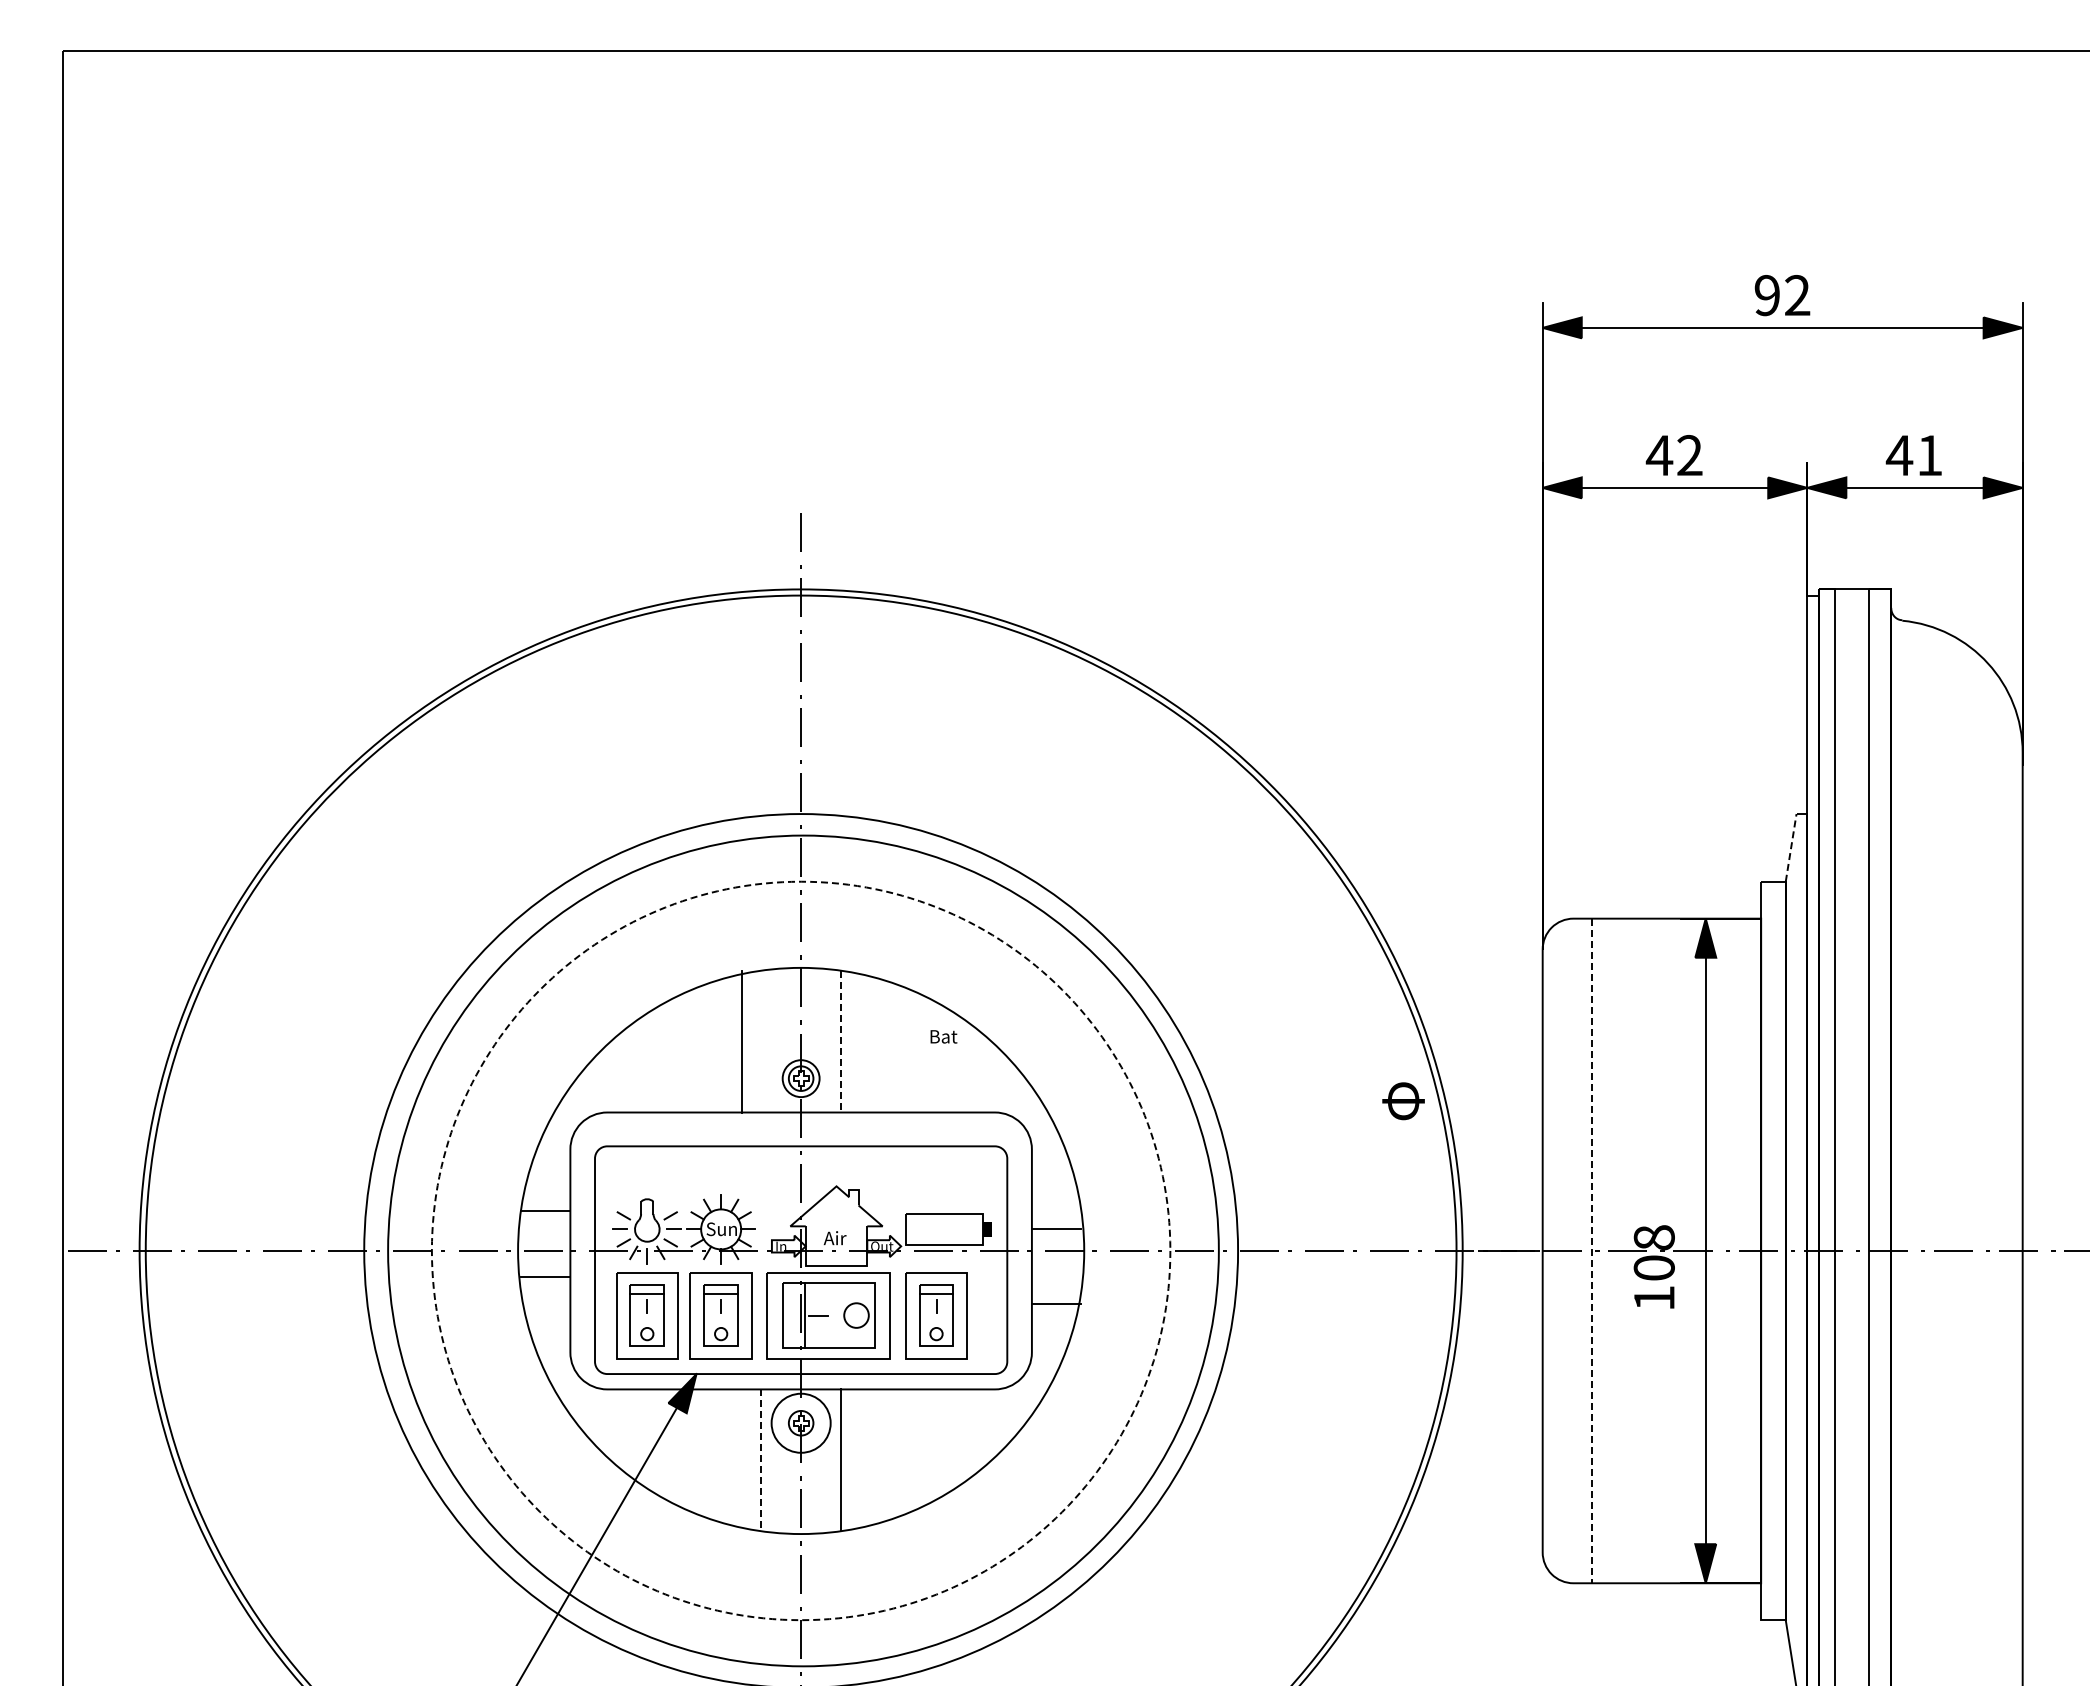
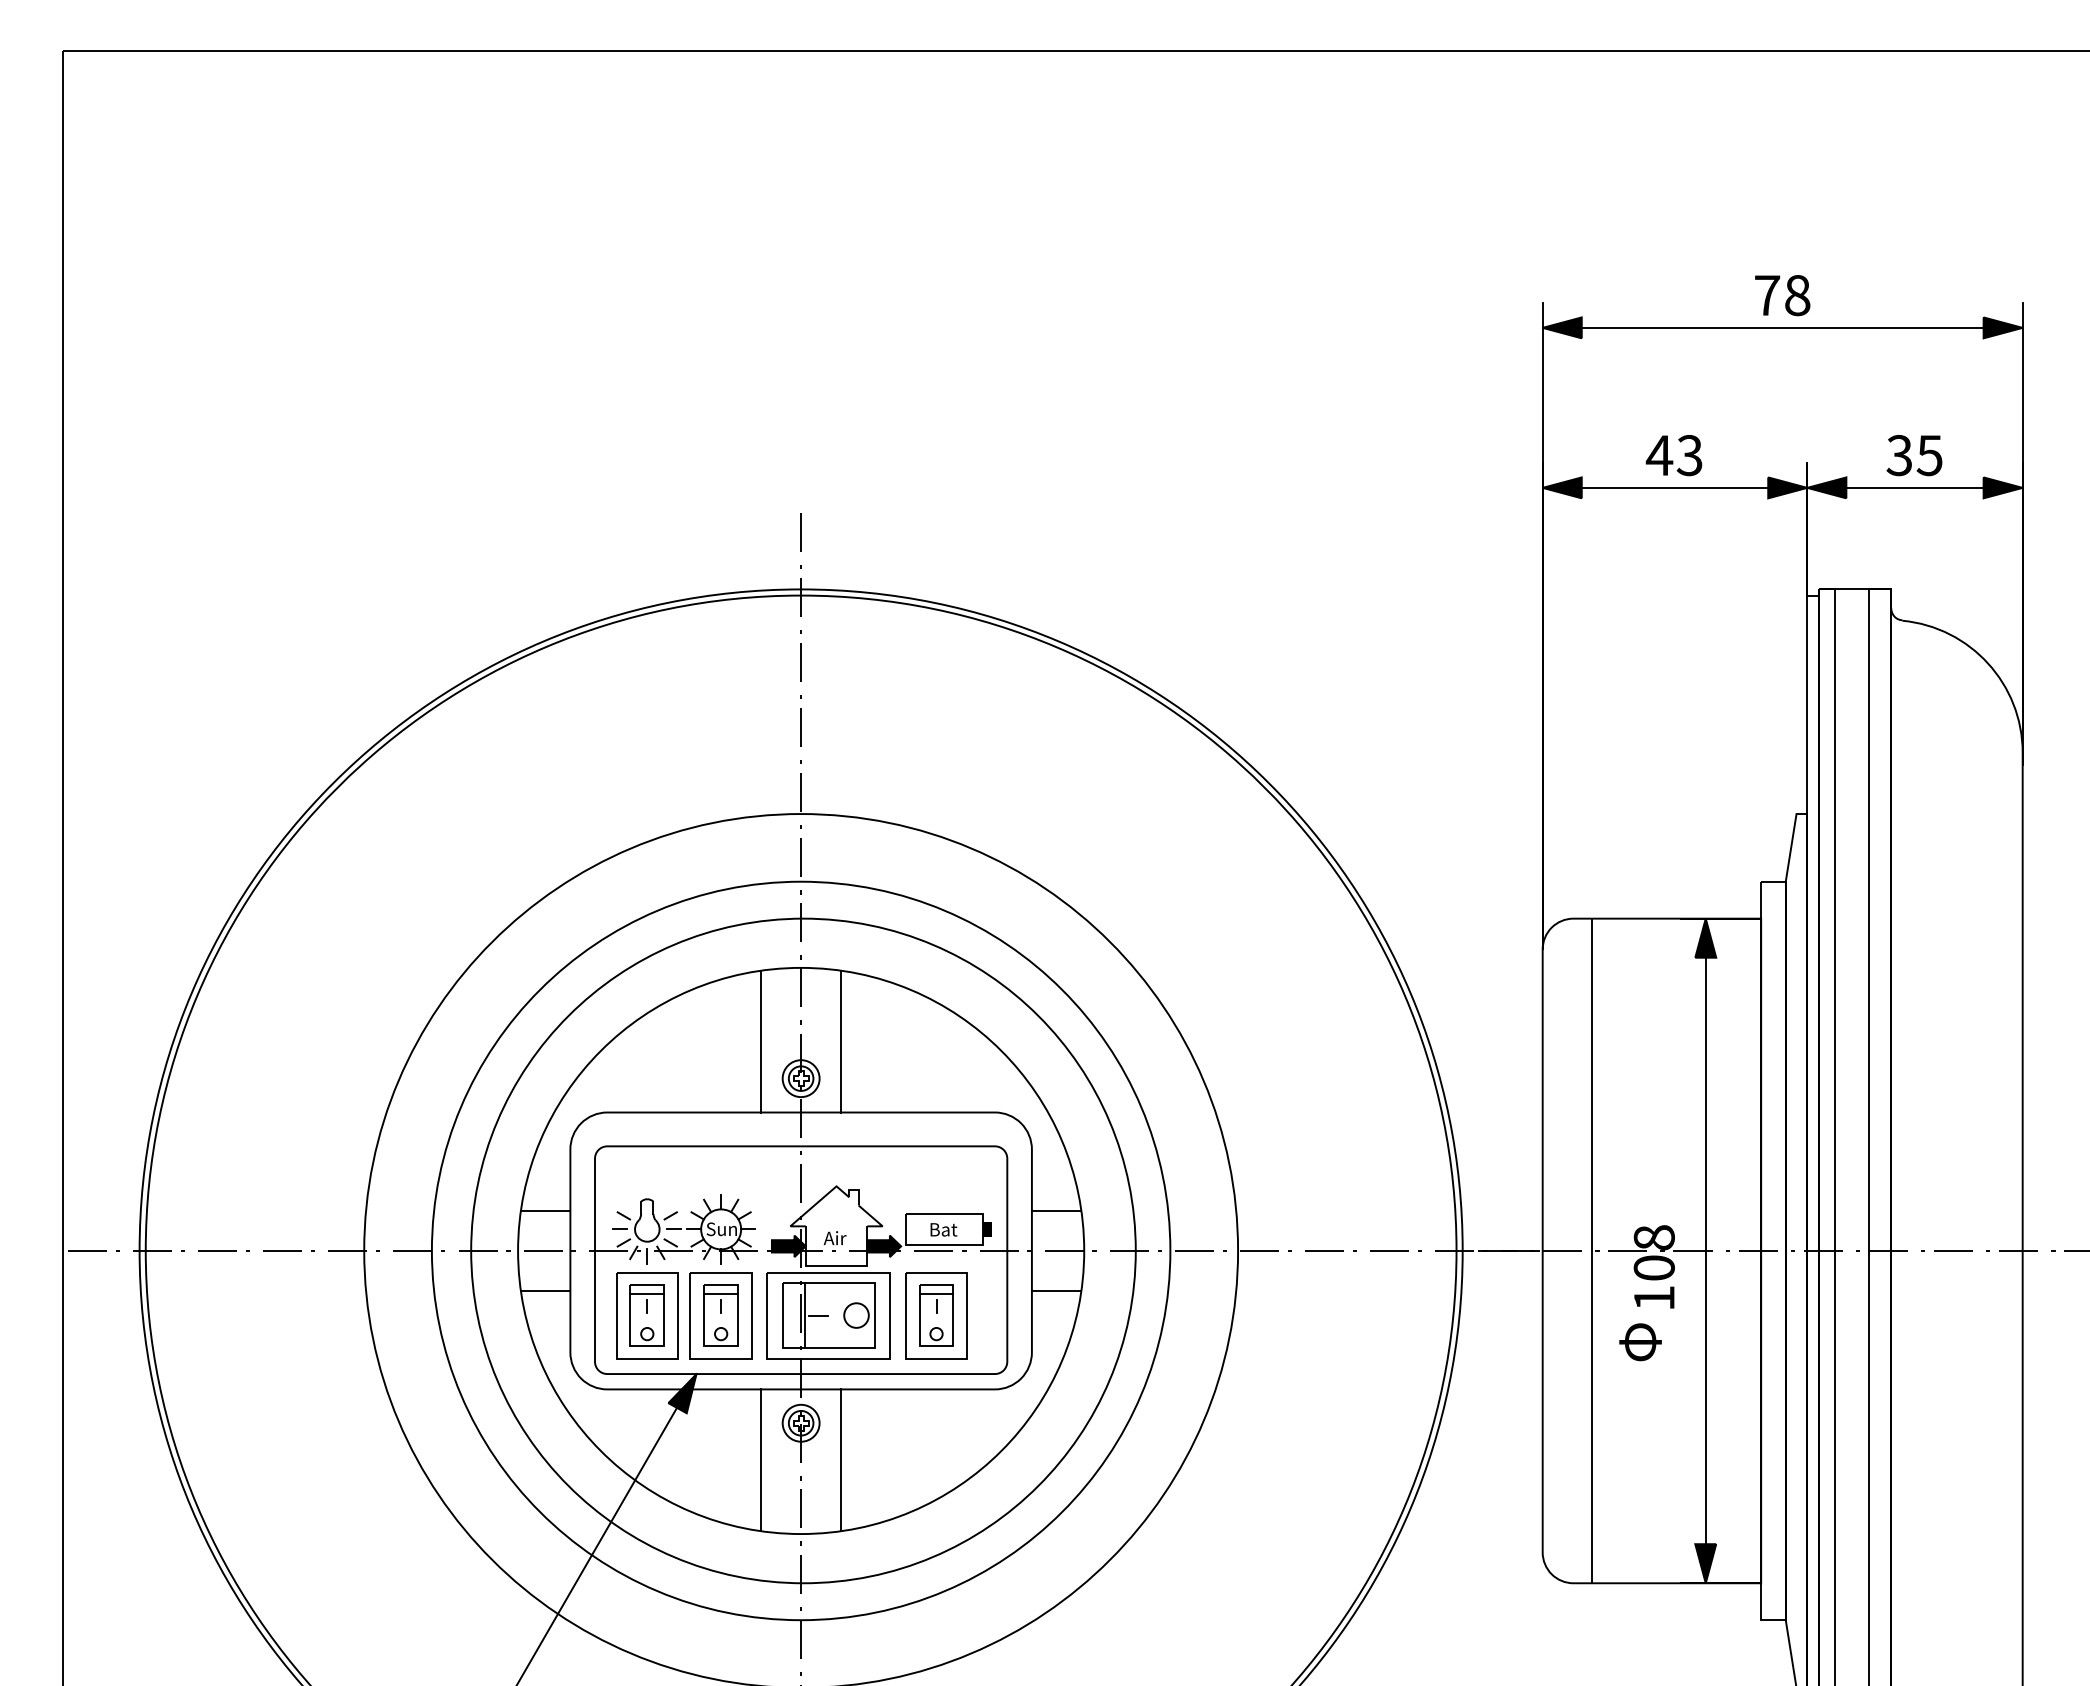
text at (1782, 295): 92 -> 78
text at (1689, 455): 42 -> 43
text at (1913, 455): 41 -> 35
line at (1791, 847): dashed -> solid
text at (943, 1036) position: (943, 1036) -> (943, 1229)
line at (742, 1041) position: (742, 1041) -> (761, 1041)
line at (841, 1041): dashed -> solid
text at (1403, 1101) position: (1403, 1101) -> (1640, 1342)
line at (1056, 1228) position: (1056, 1228) -> (1056, 1210)
fill at (788, 1246): none -> present
fill at (884, 1246): none -> present
circle at (800, 1250): dashed -> solid
circle at (803, 1250) diameter: 831 px -> 665 px
line at (1591, 1251): dashed -> solid
line at (545, 1276) position: (545, 1276) -> (545, 1290)
line at (1056, 1303) position: (1056, 1303) -> (1056, 1290)
circle at (800, 1422) diameter: 59 px -> 37 px
line at (761, 1460): dashed -> solid
